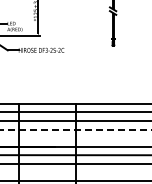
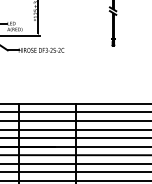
line at (76, 129): dashed -> solid
line at (75, 138): none -> present
line at (75, 172): none -> present
